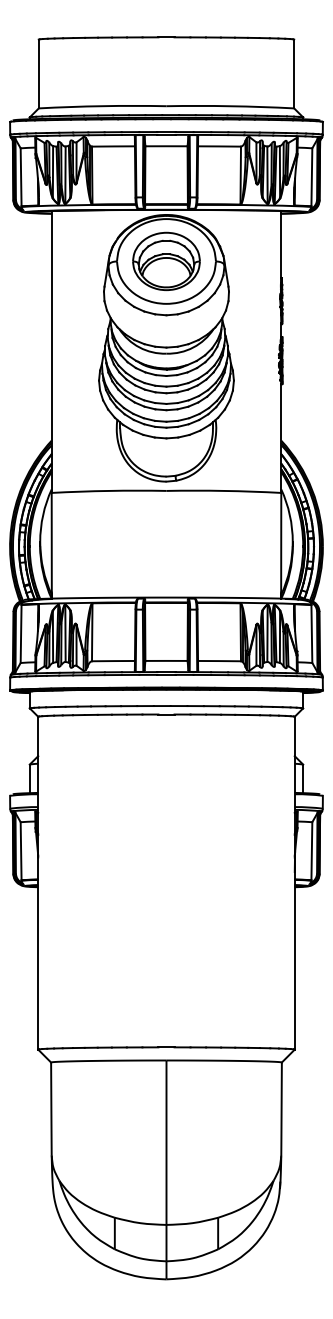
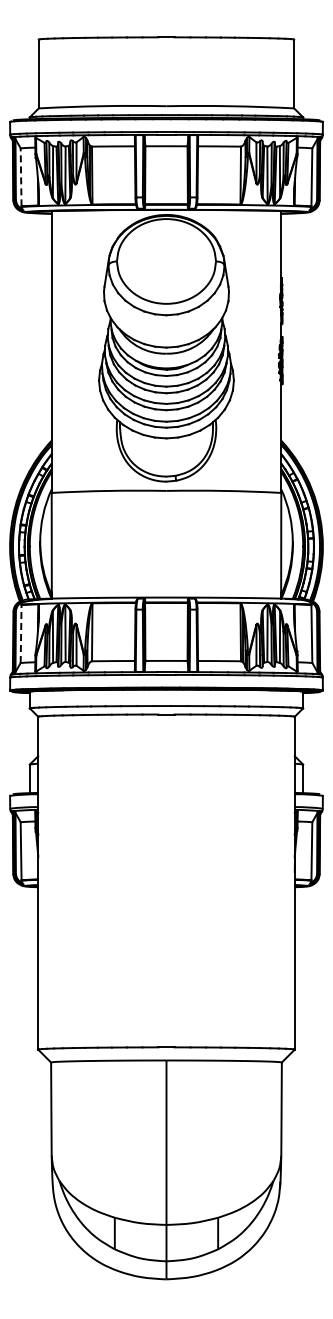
line at (21, 176): solid -> dashed
part at (166, 261): present -> none
line at (21, 633): solid -> dashed
